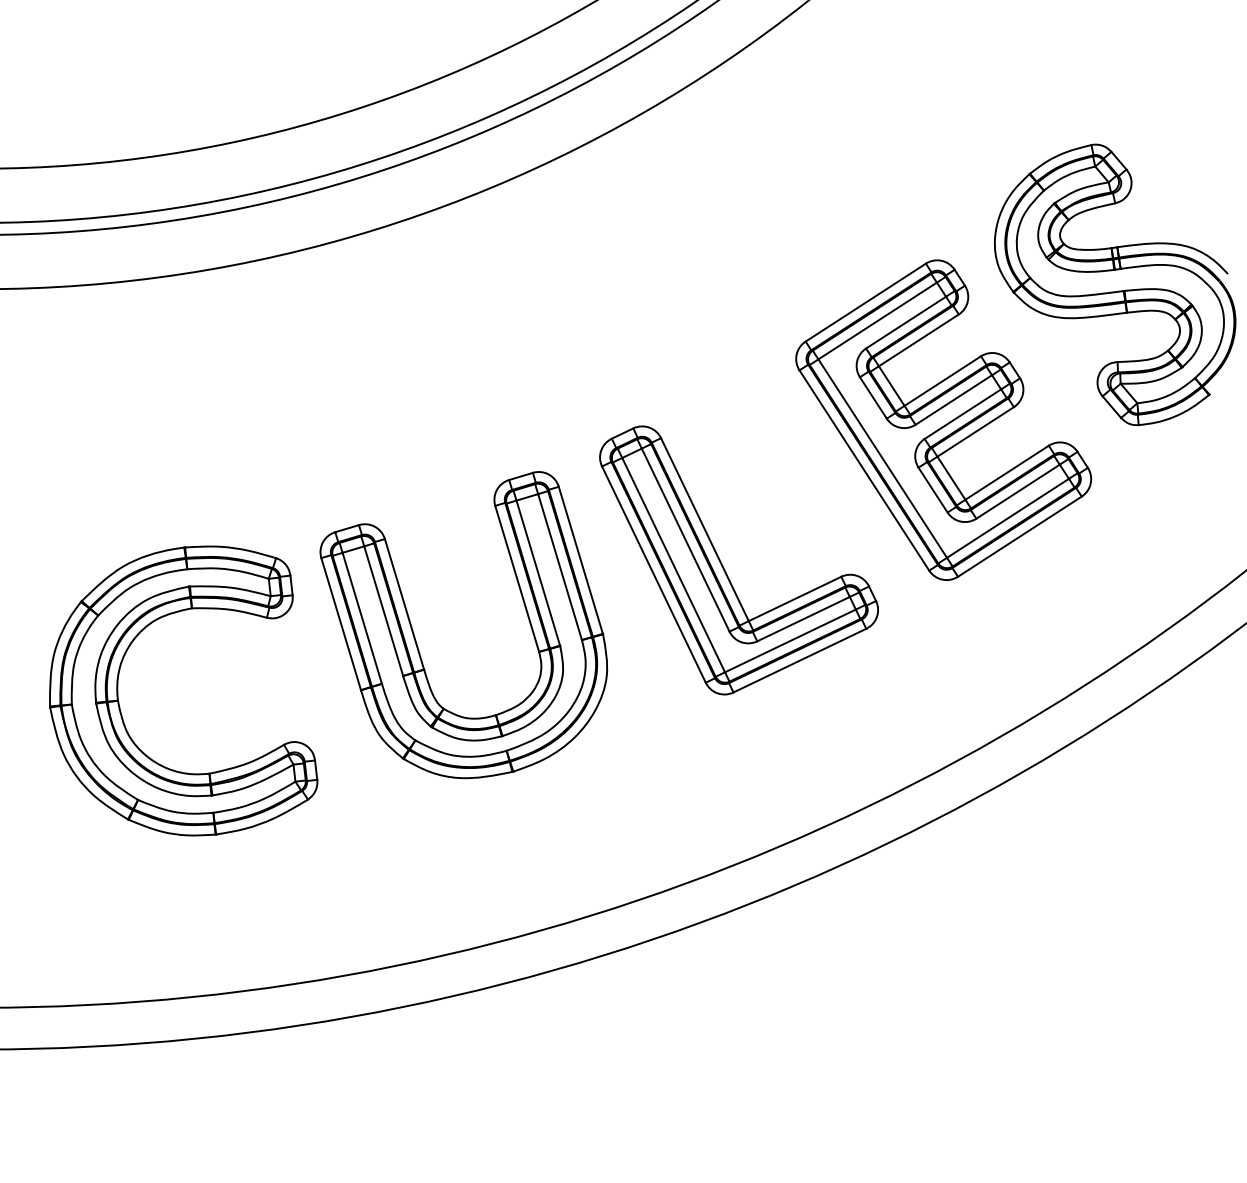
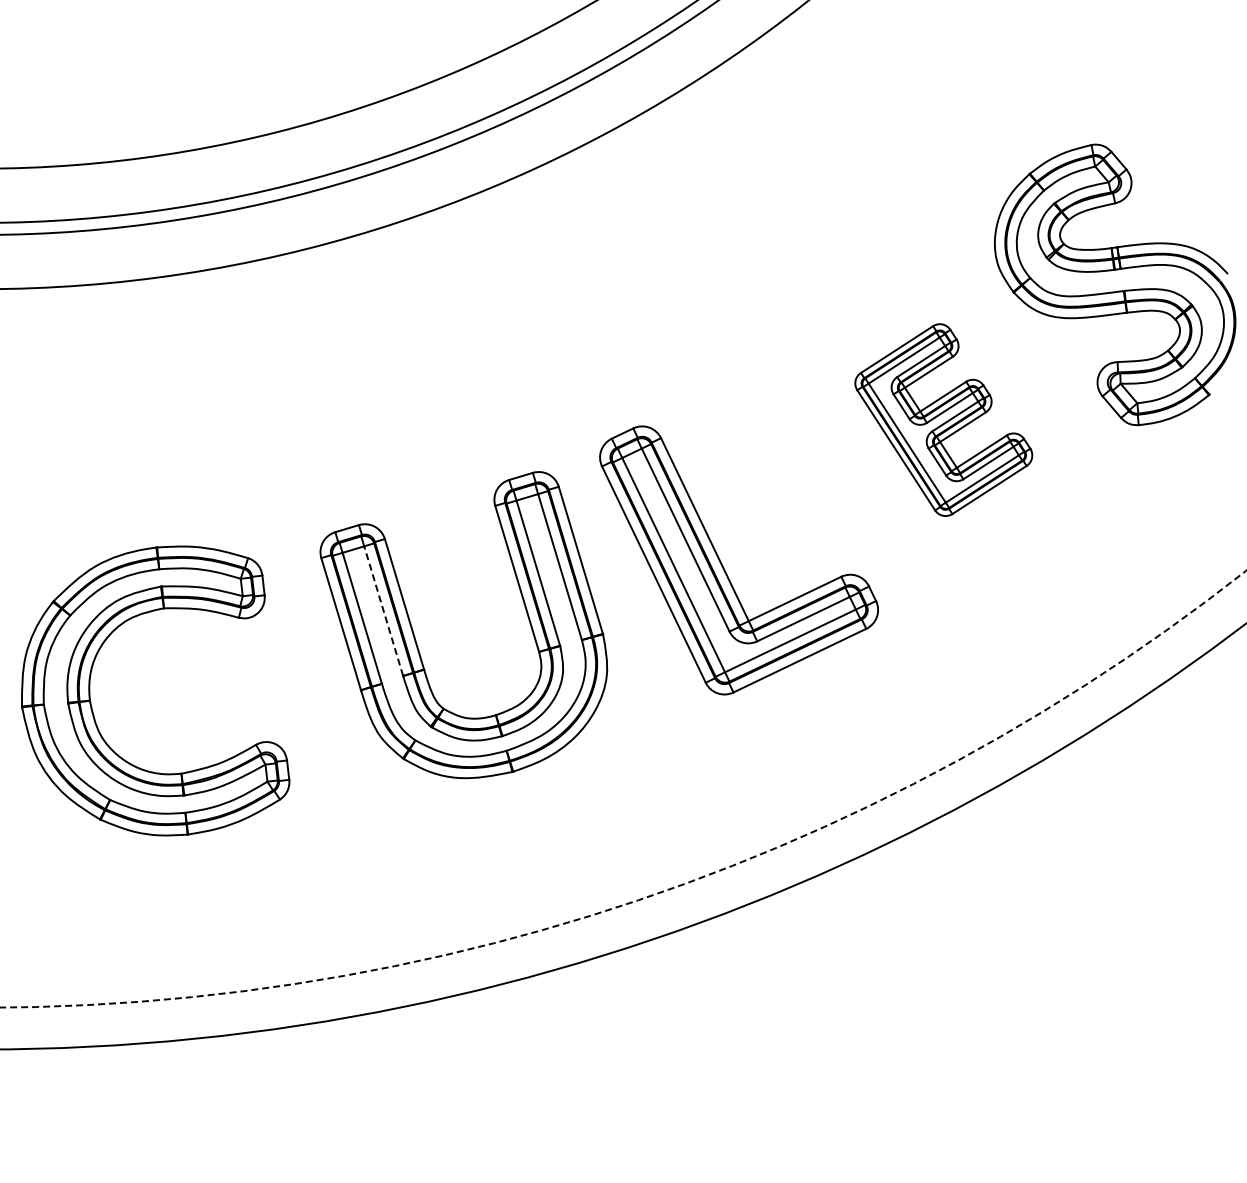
part at (943, 419) size: 298x322 px -> 180x194 px
line at (383, 611): solid -> dashed
part at (118, 690) position: (118, 690) -> (90, 690)
circle at (623, 788): solid -> dashed
